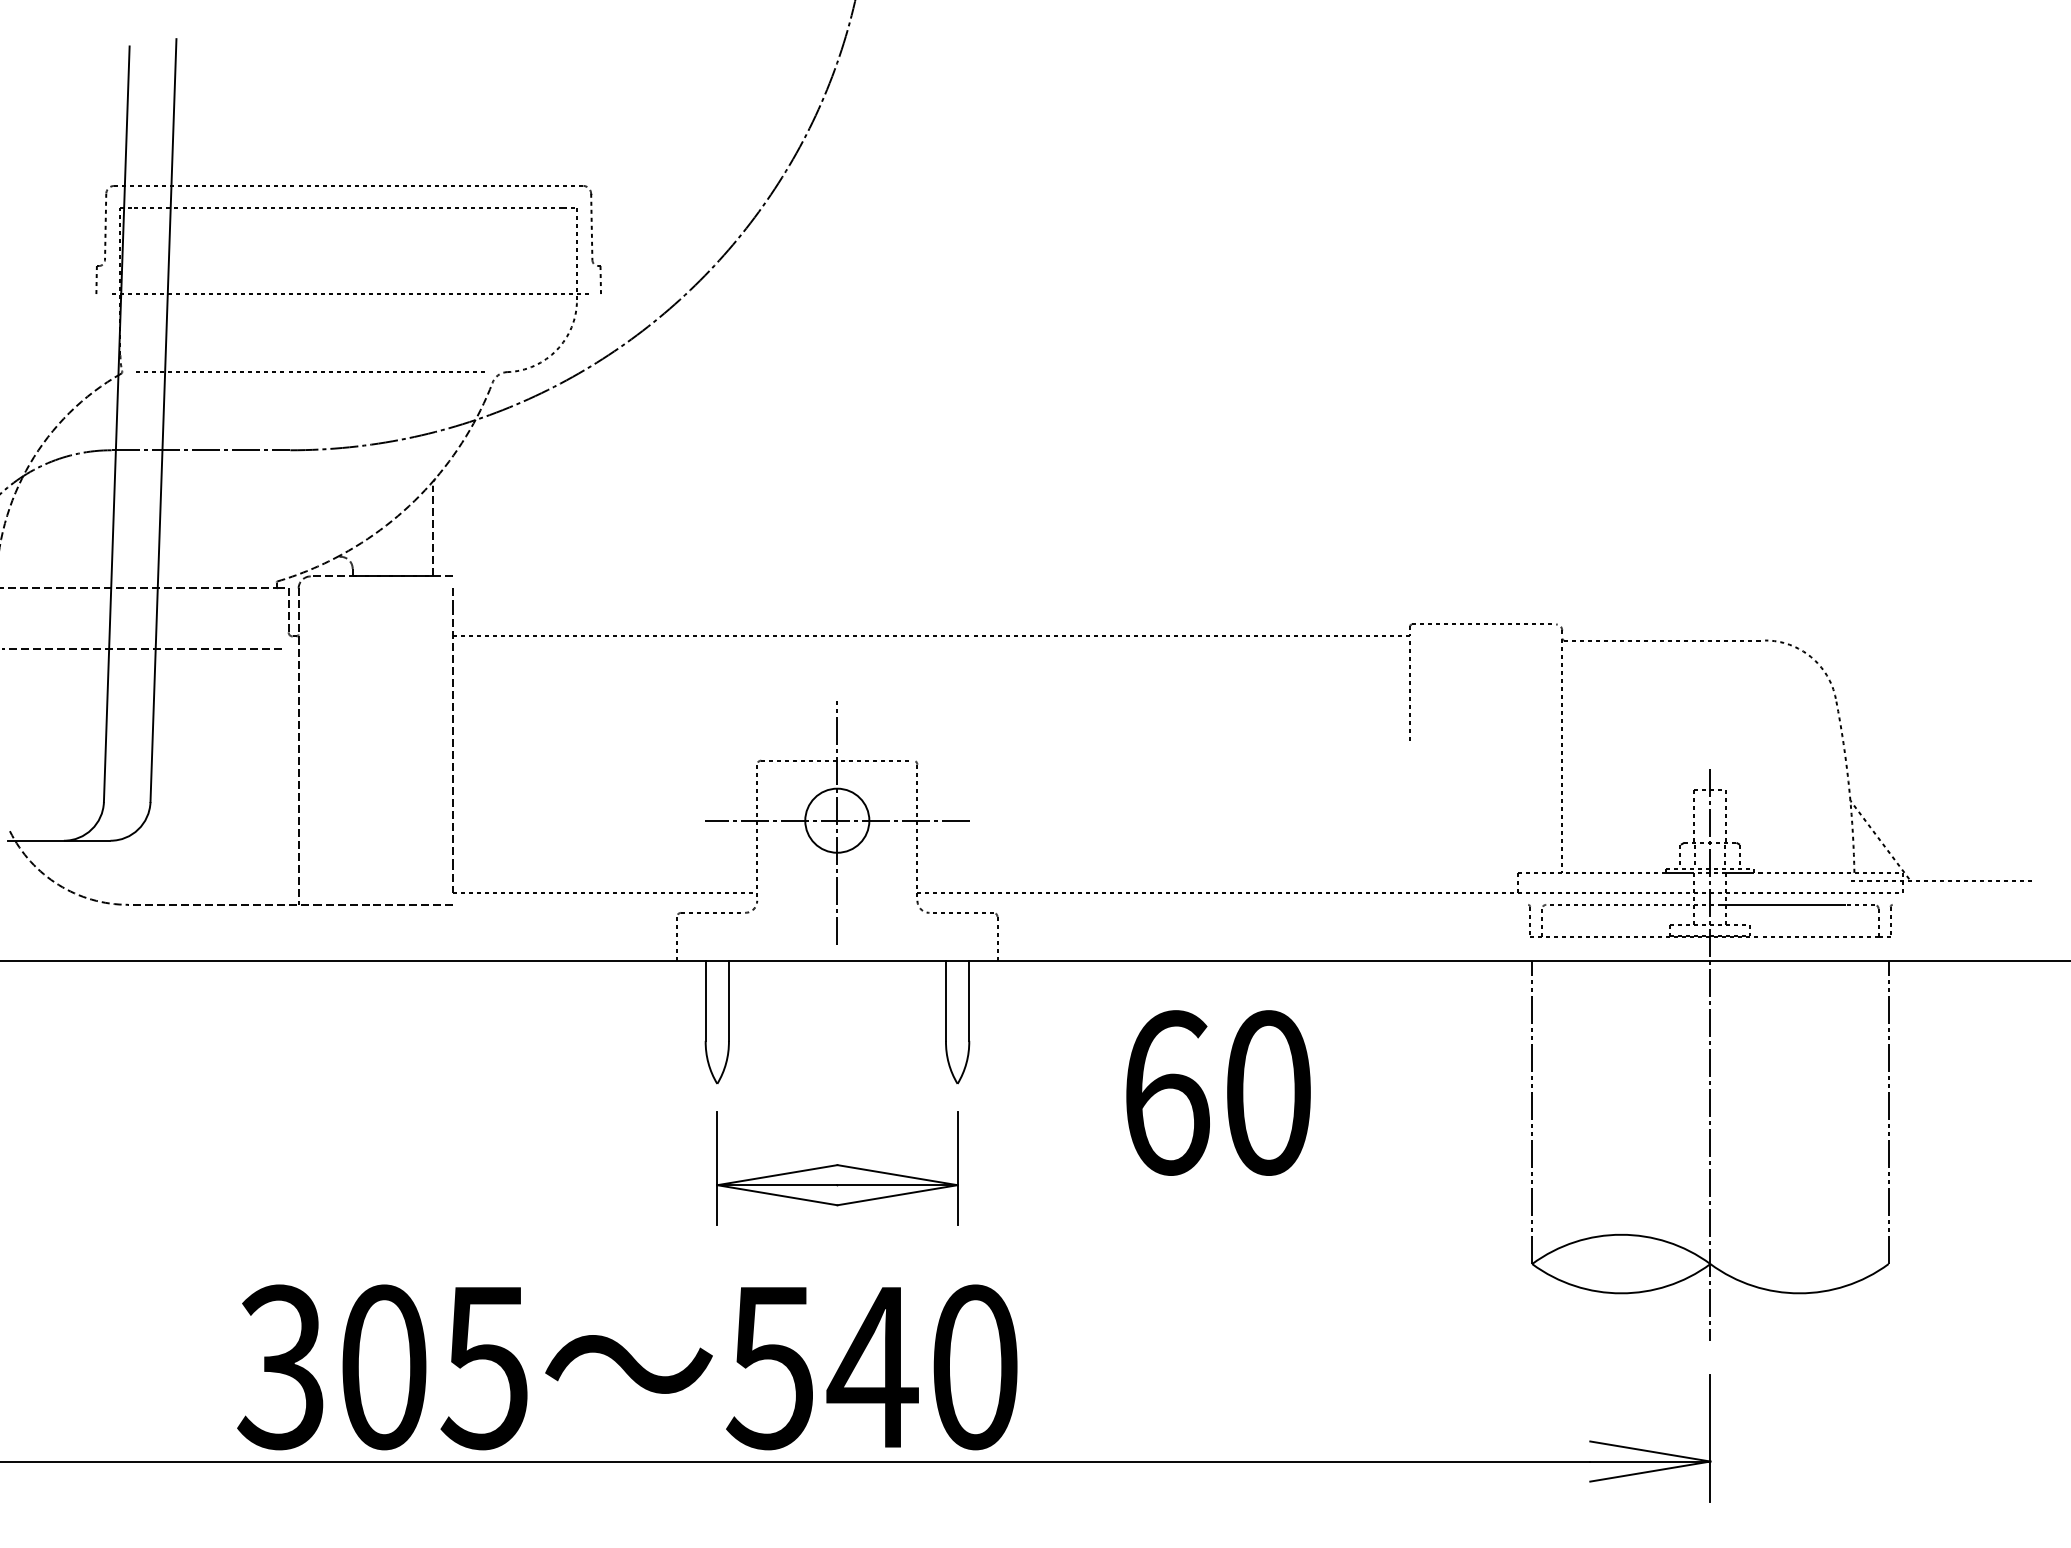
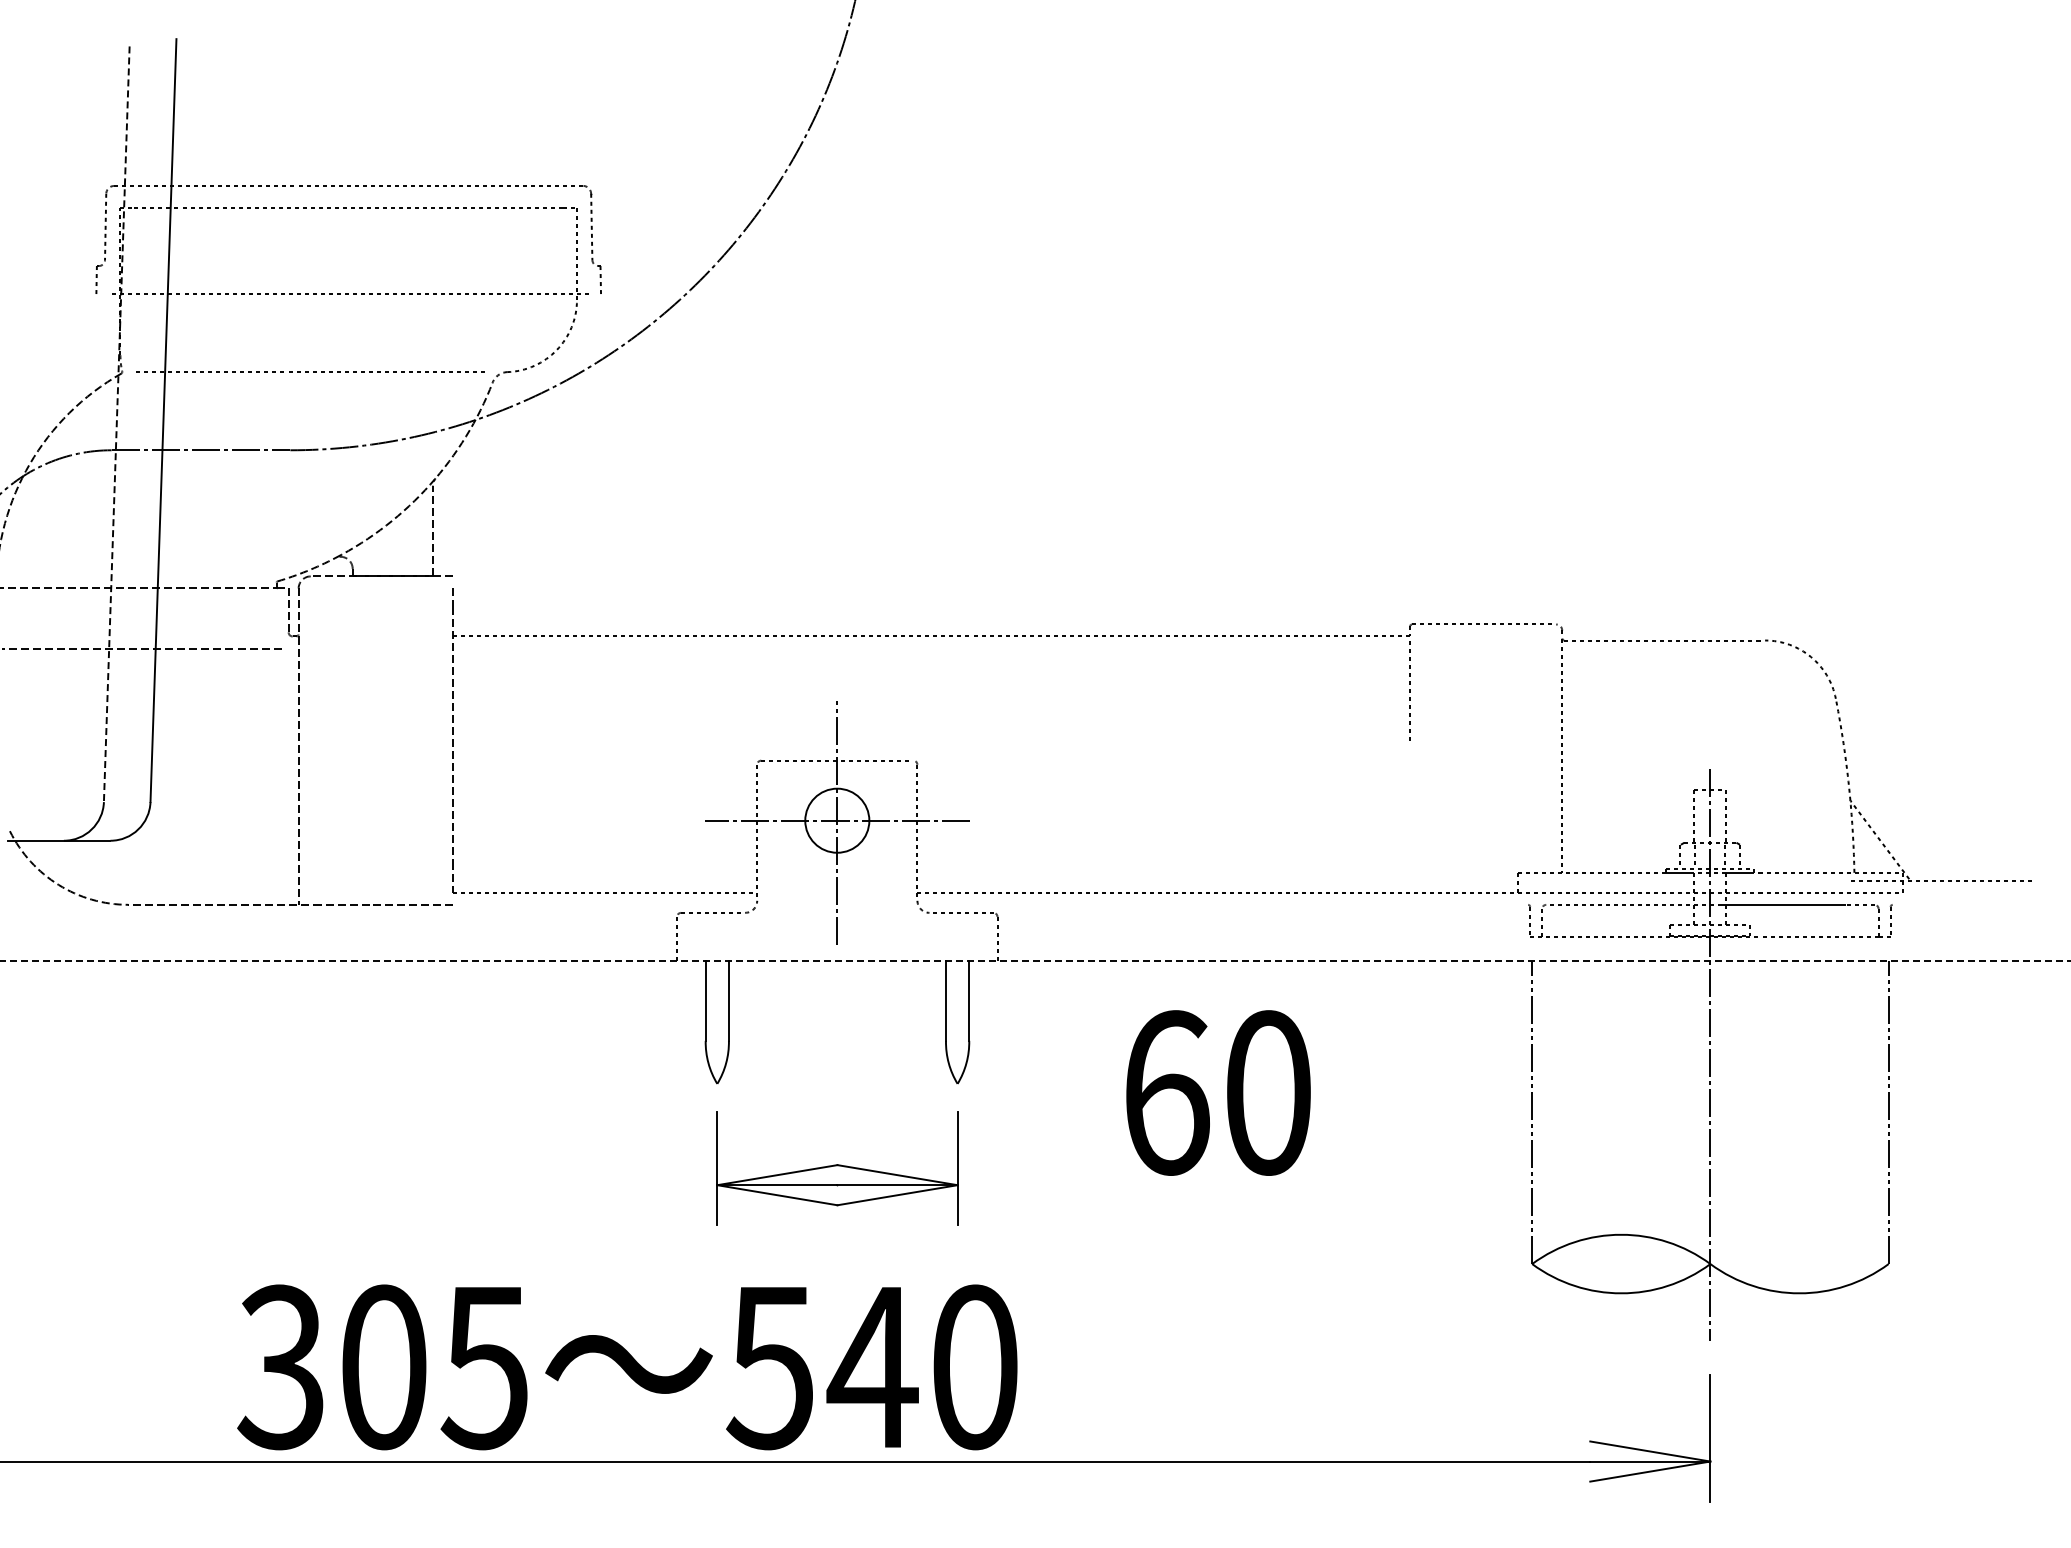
line at (116, 424): solid -> dashed
line at (1035, 960): solid -> dashed
